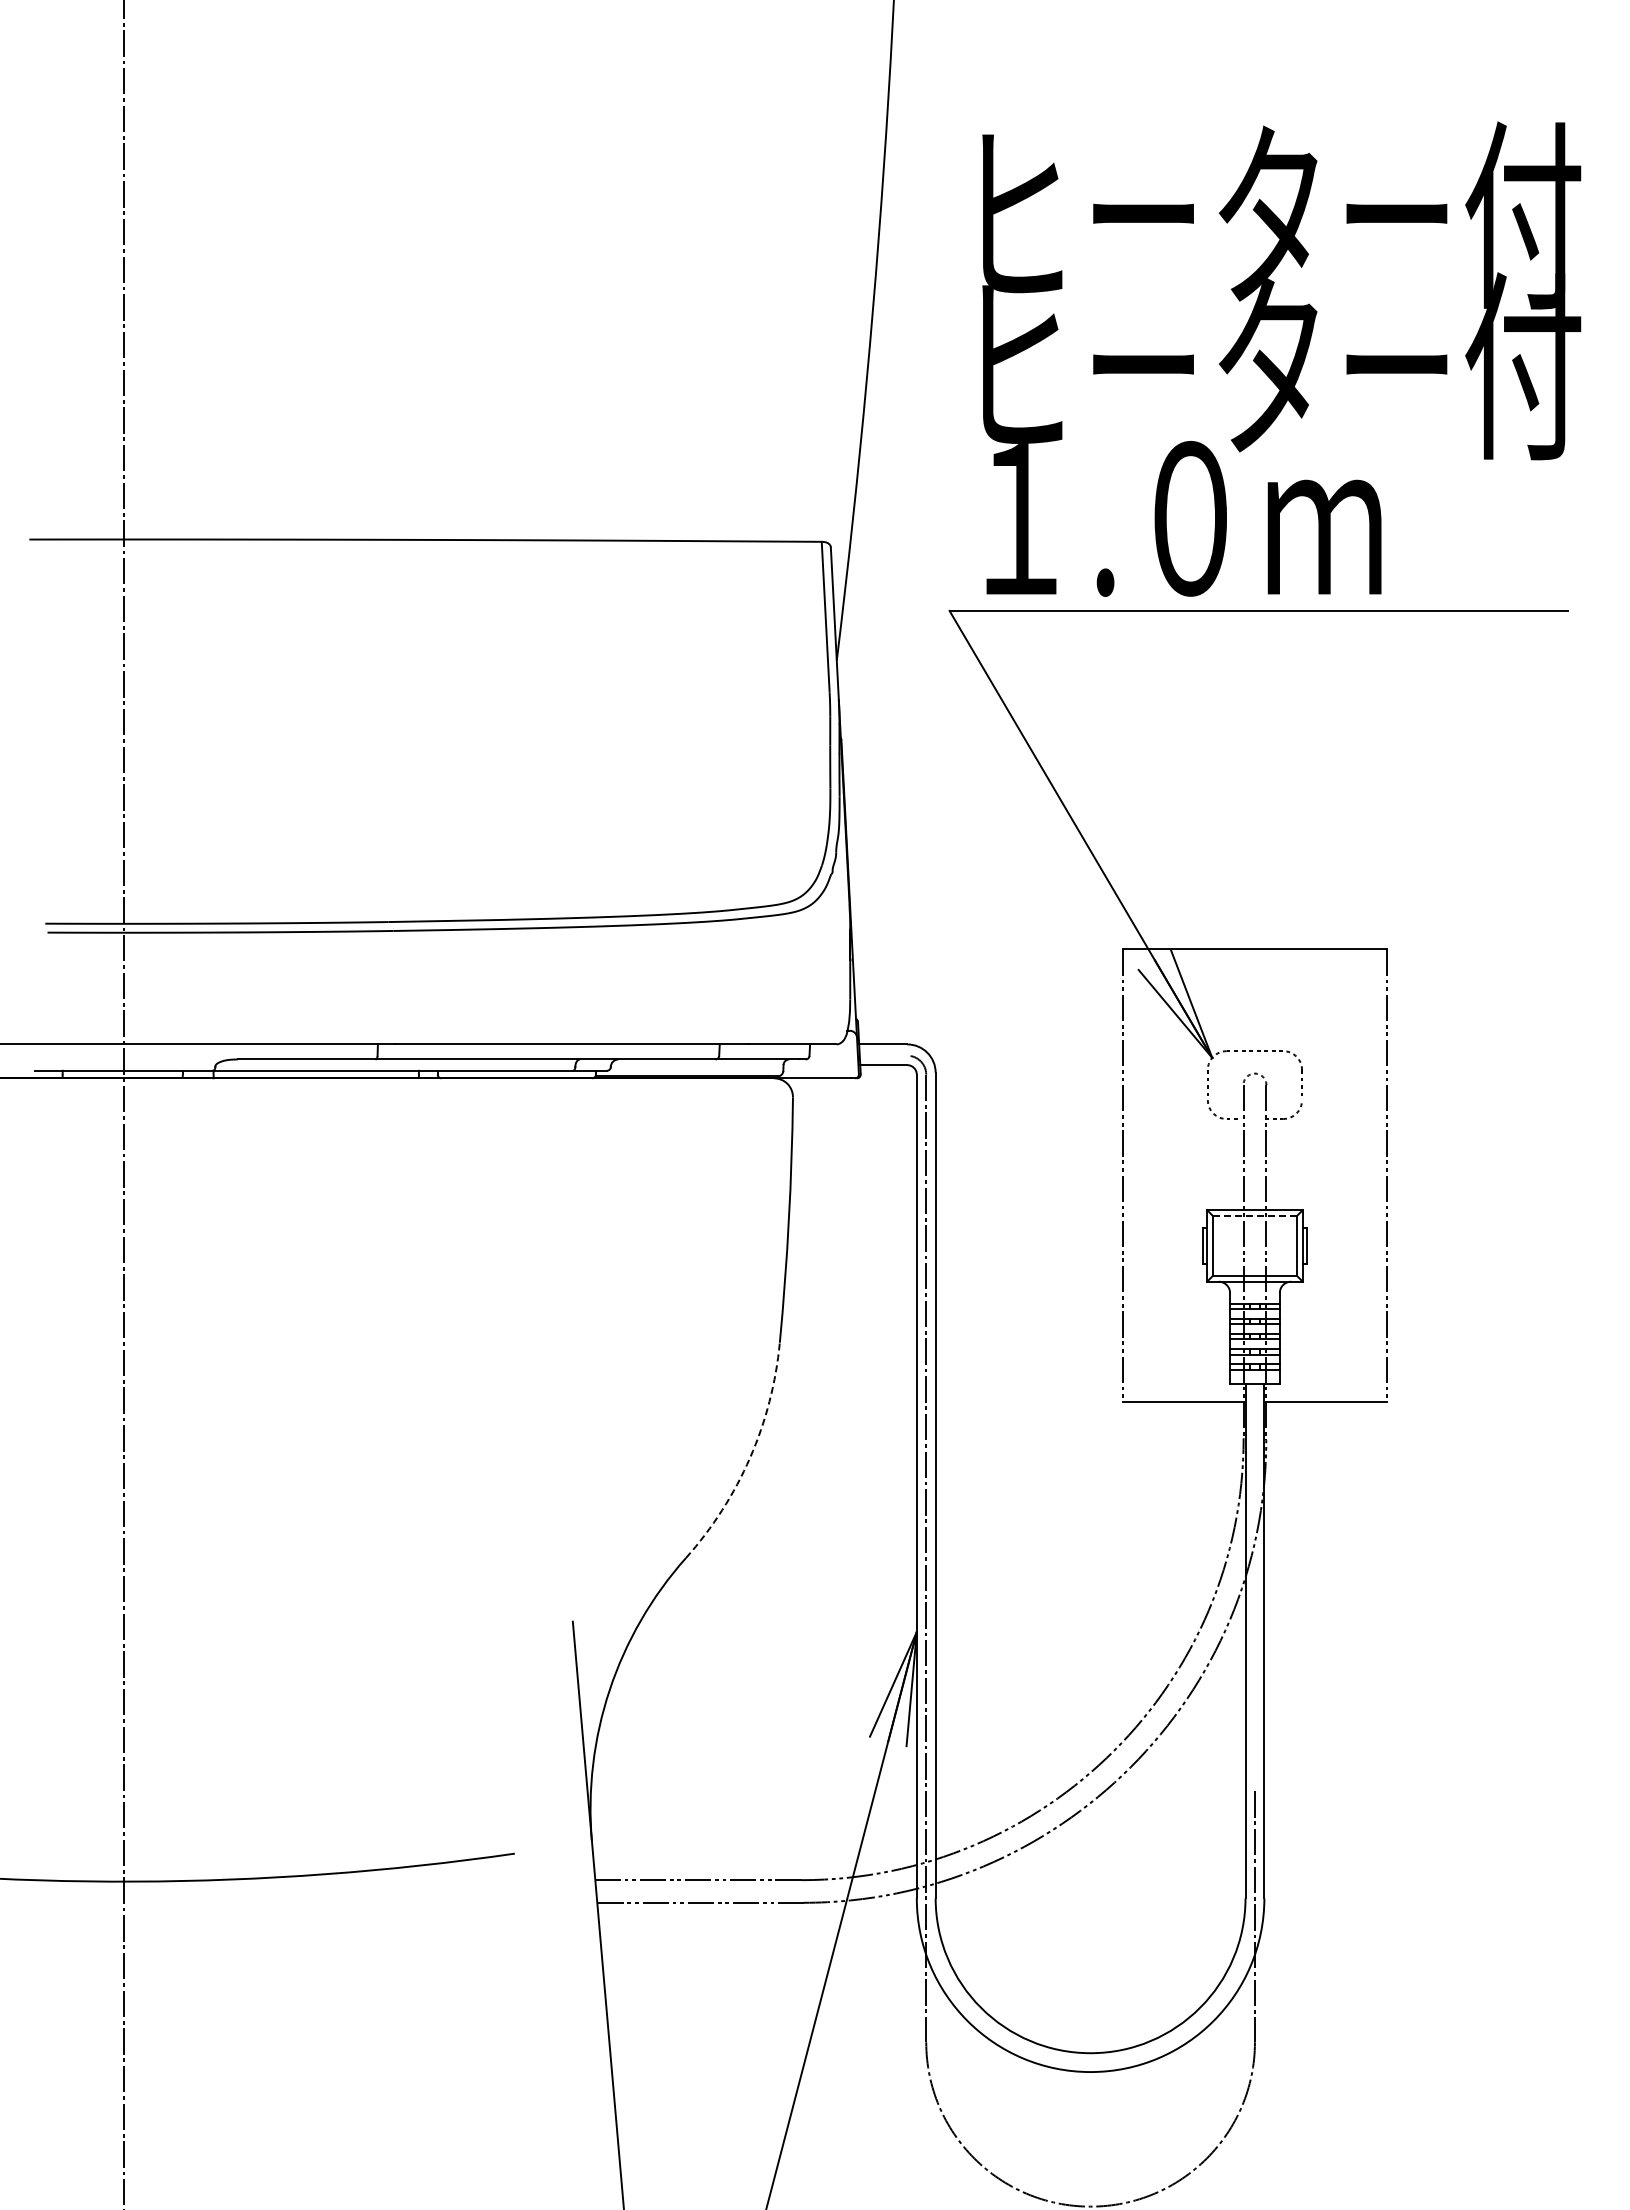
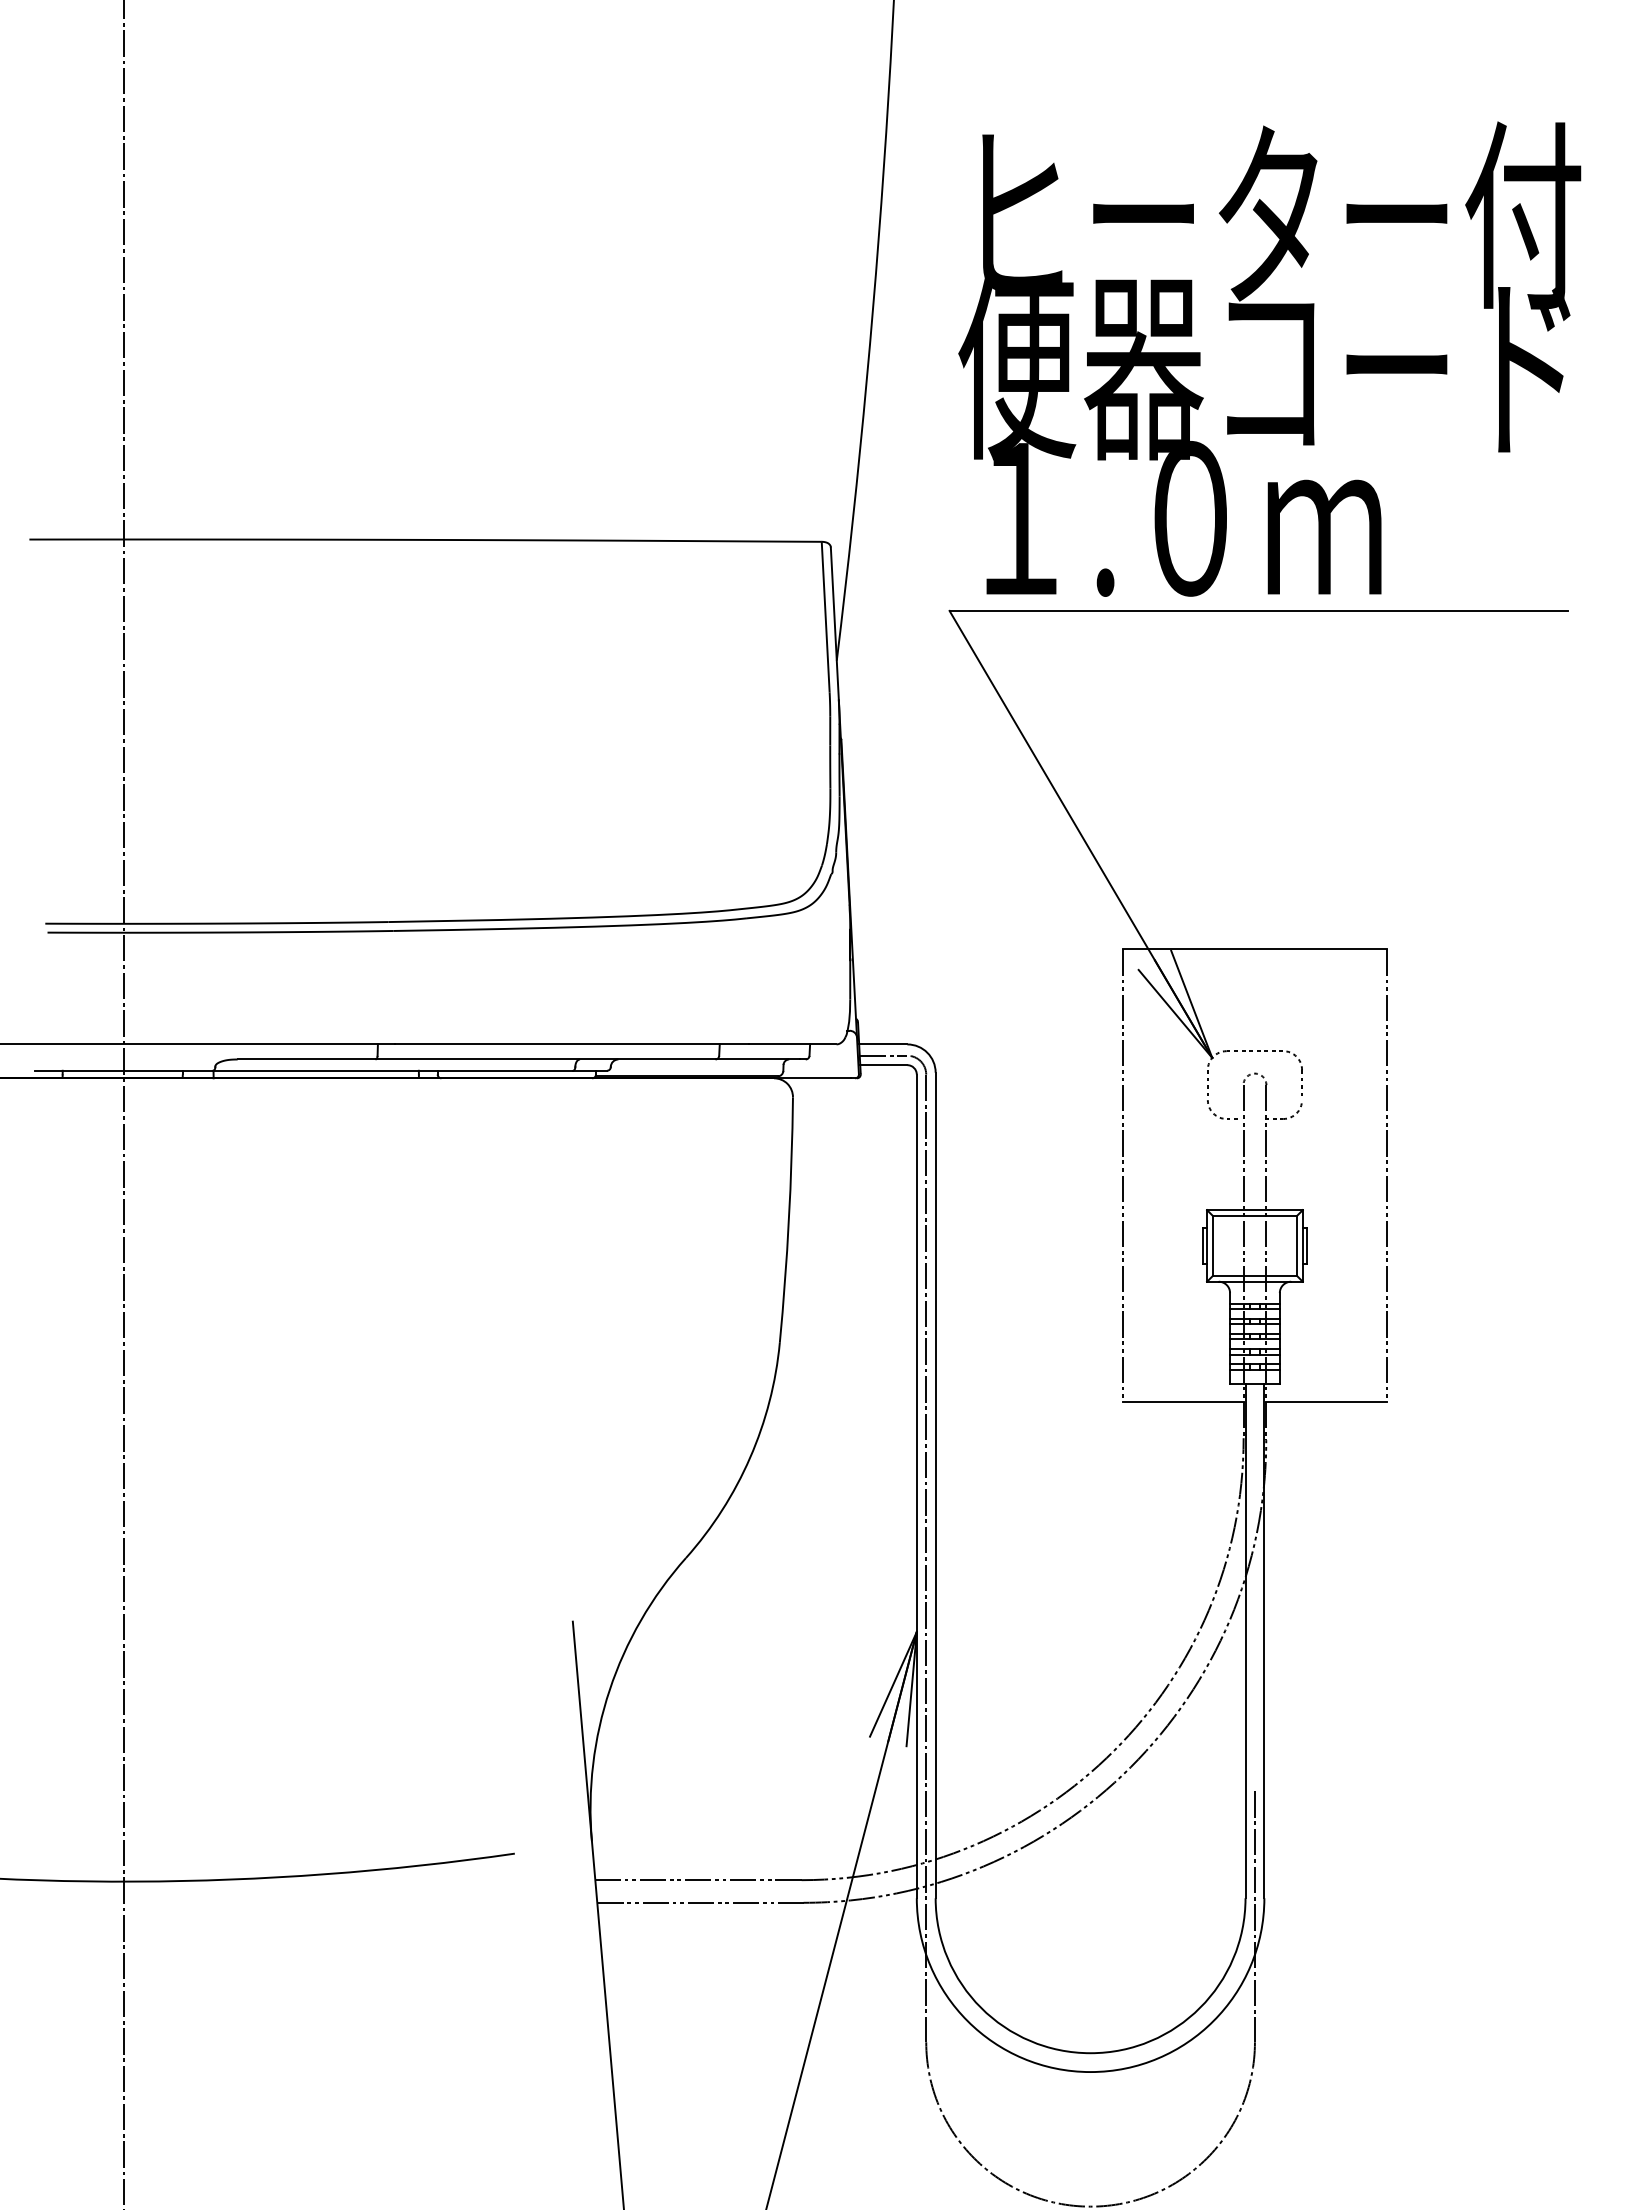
text at (1269, 366): ヒーター付 -> 便器コード
line at (883, 1055): none -> present
line at (1254, 1215): dashed -> solid
arc at (750, 1457): dashed -> solid
